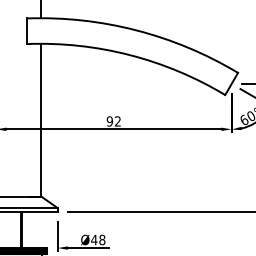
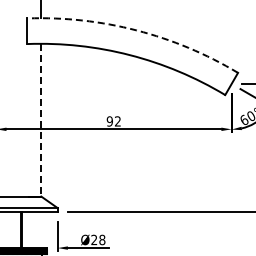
arc at (136, 30): solid -> dashed
line at (41, 120): solid -> dashed
text at (94, 239): Ø48 -> Ø28
